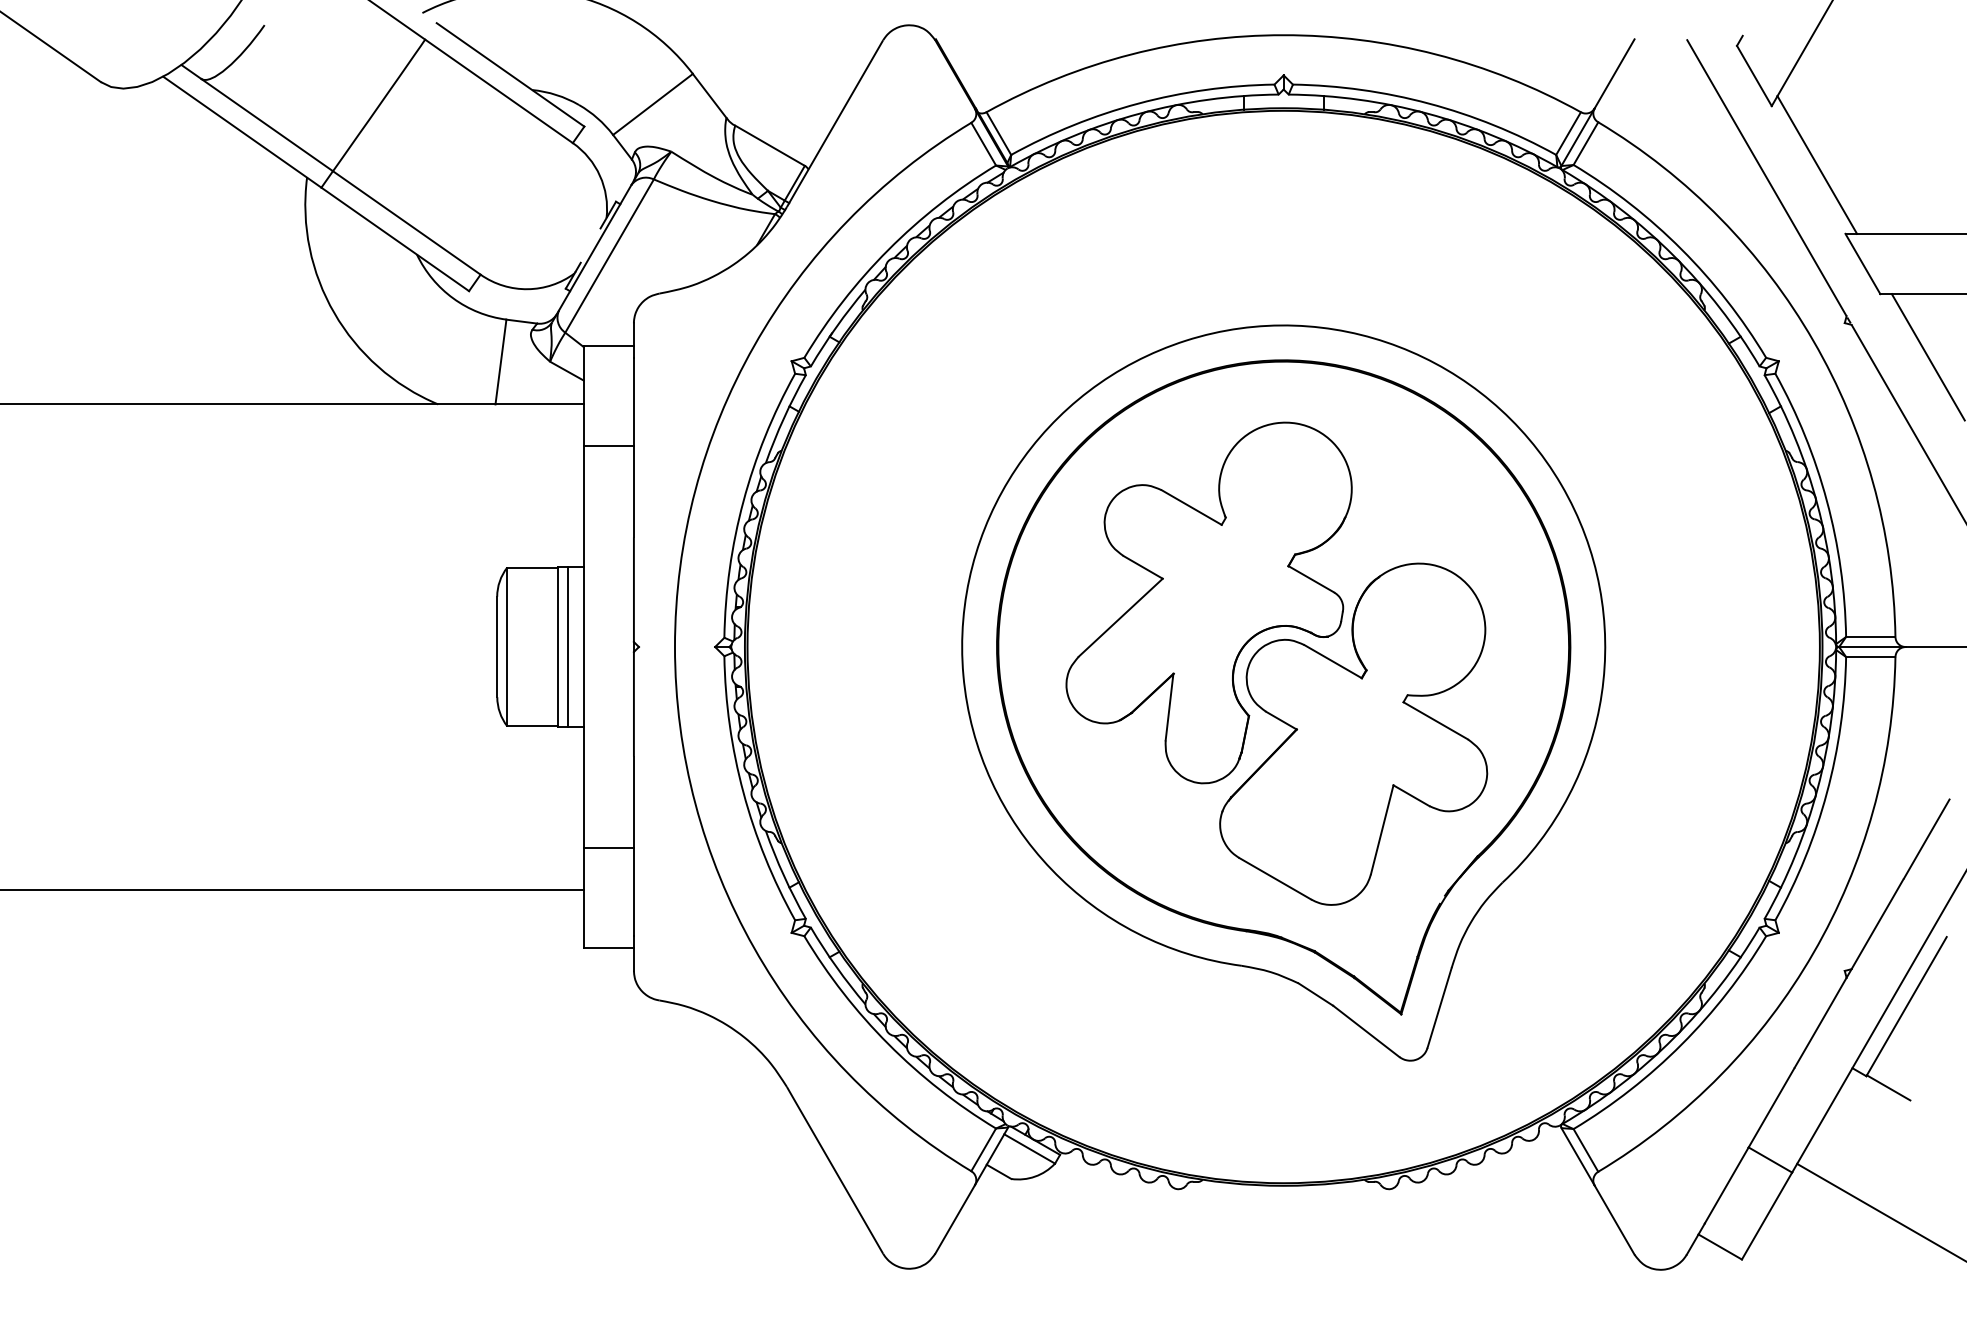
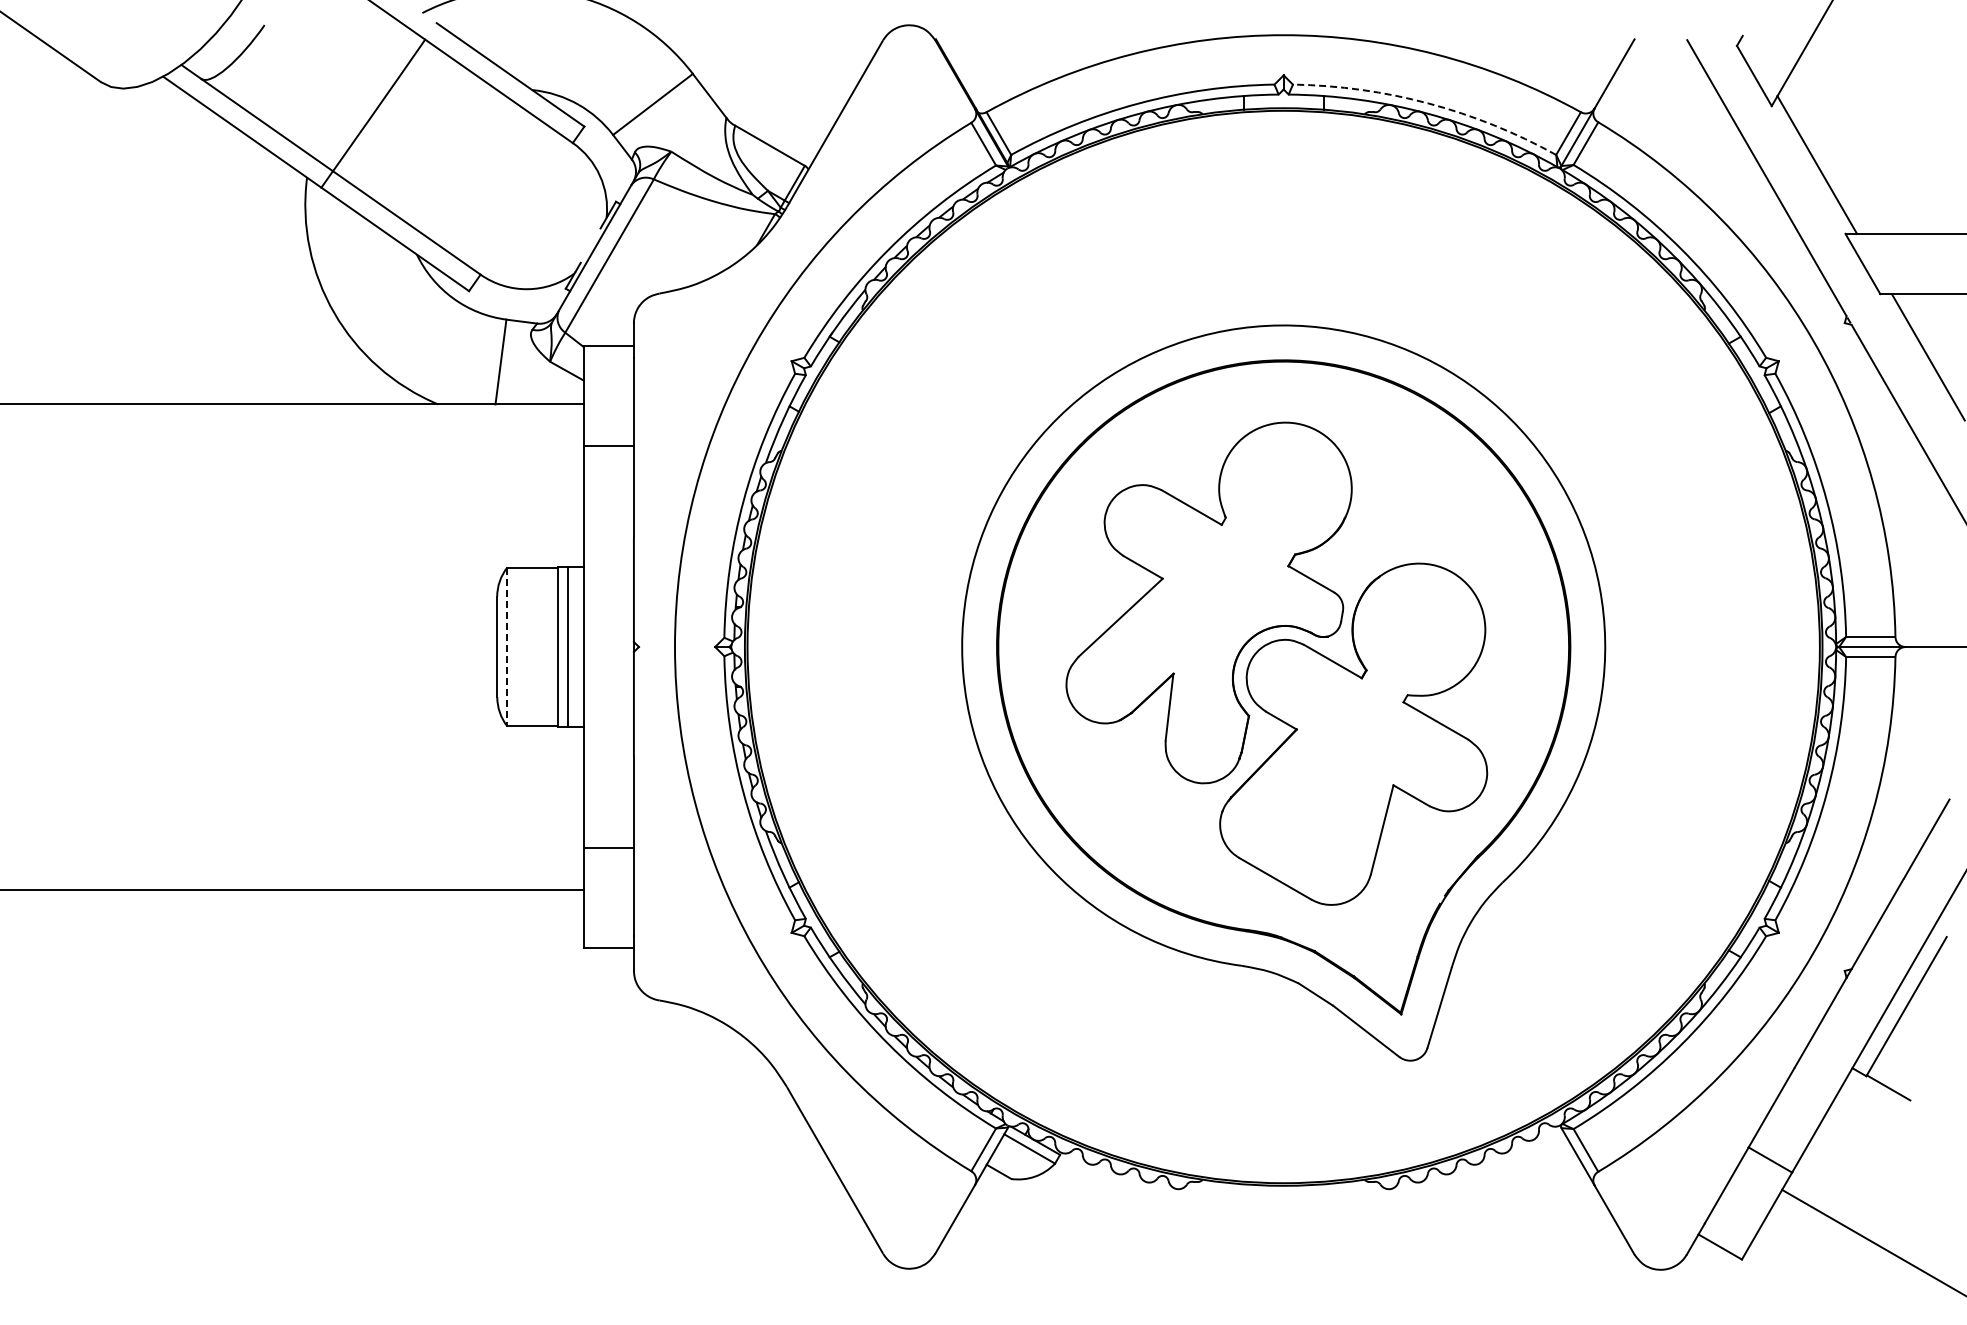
arc at (1428, 103): solid -> dashed
line at (507, 647): solid -> dashed
line at (1880, 1211) position: (1880, 1211) -> (1872, 1241)
